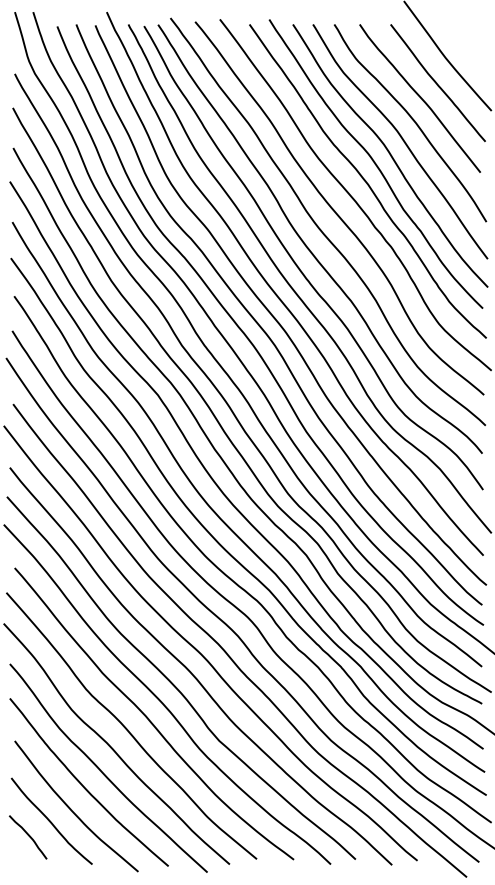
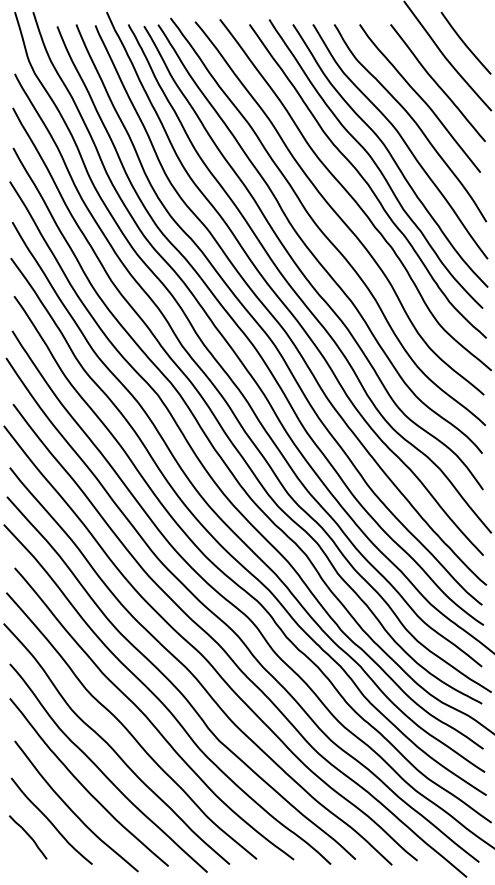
curve at (464, 42): none -> present
